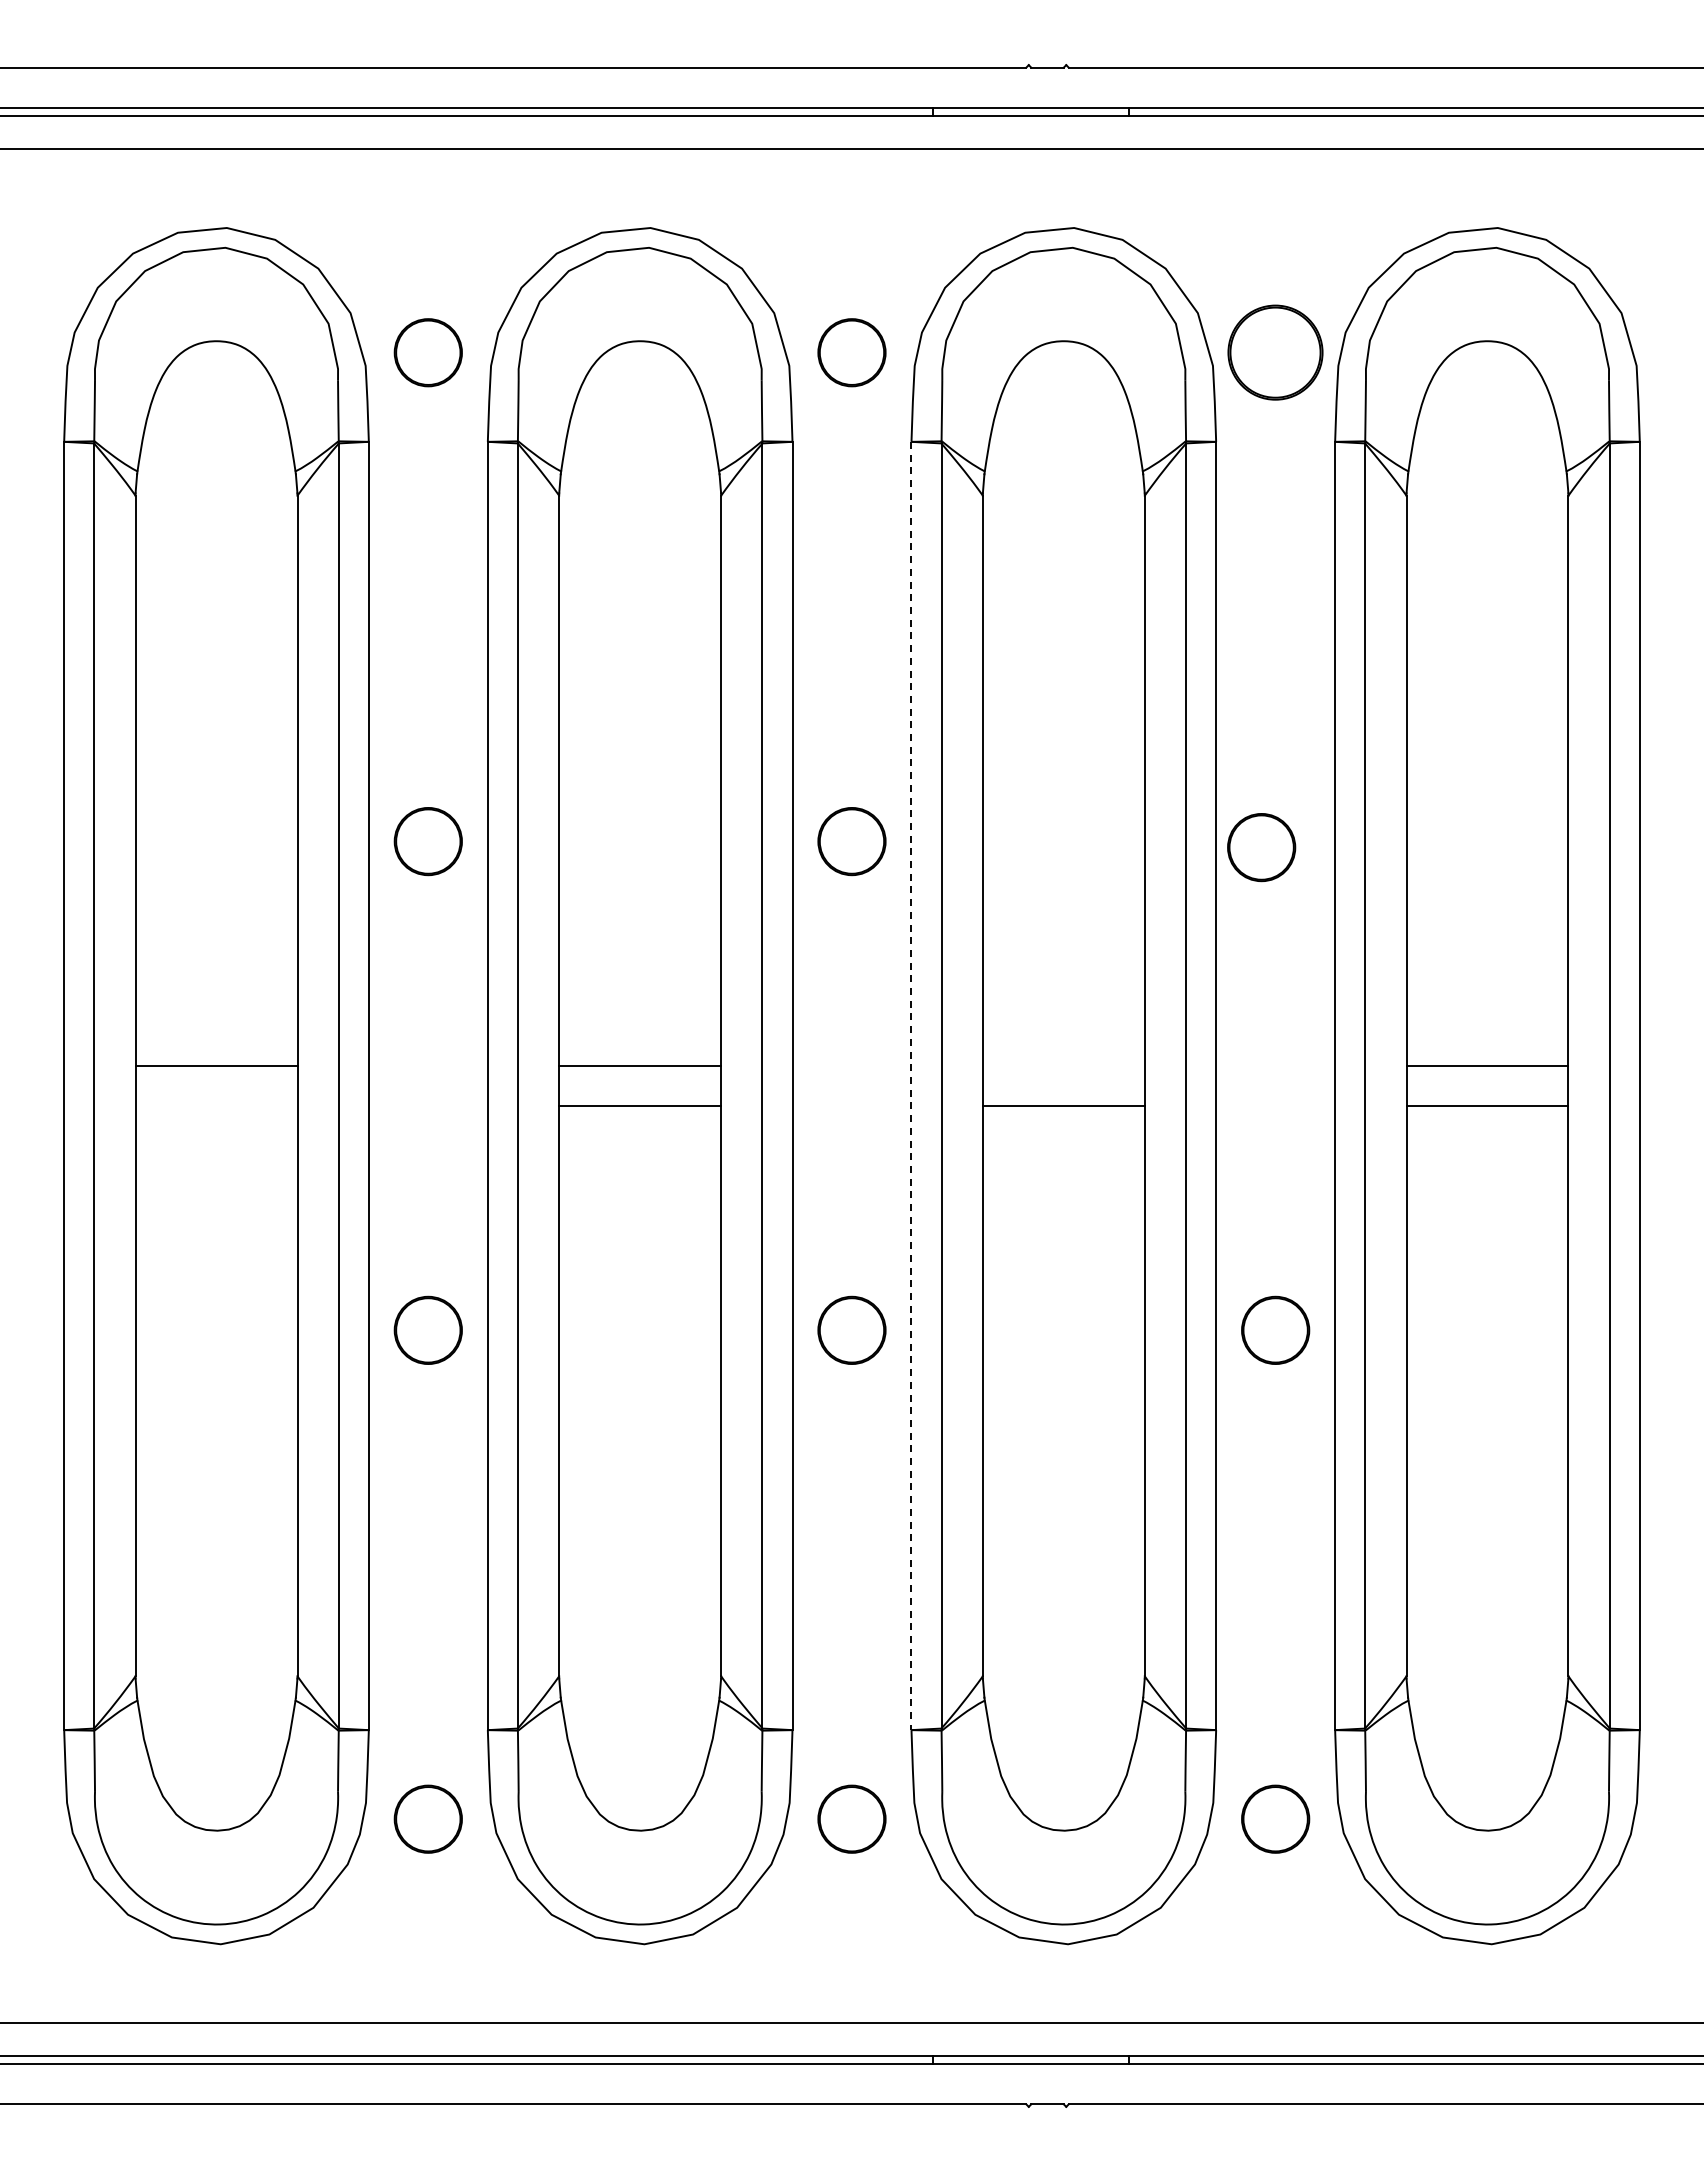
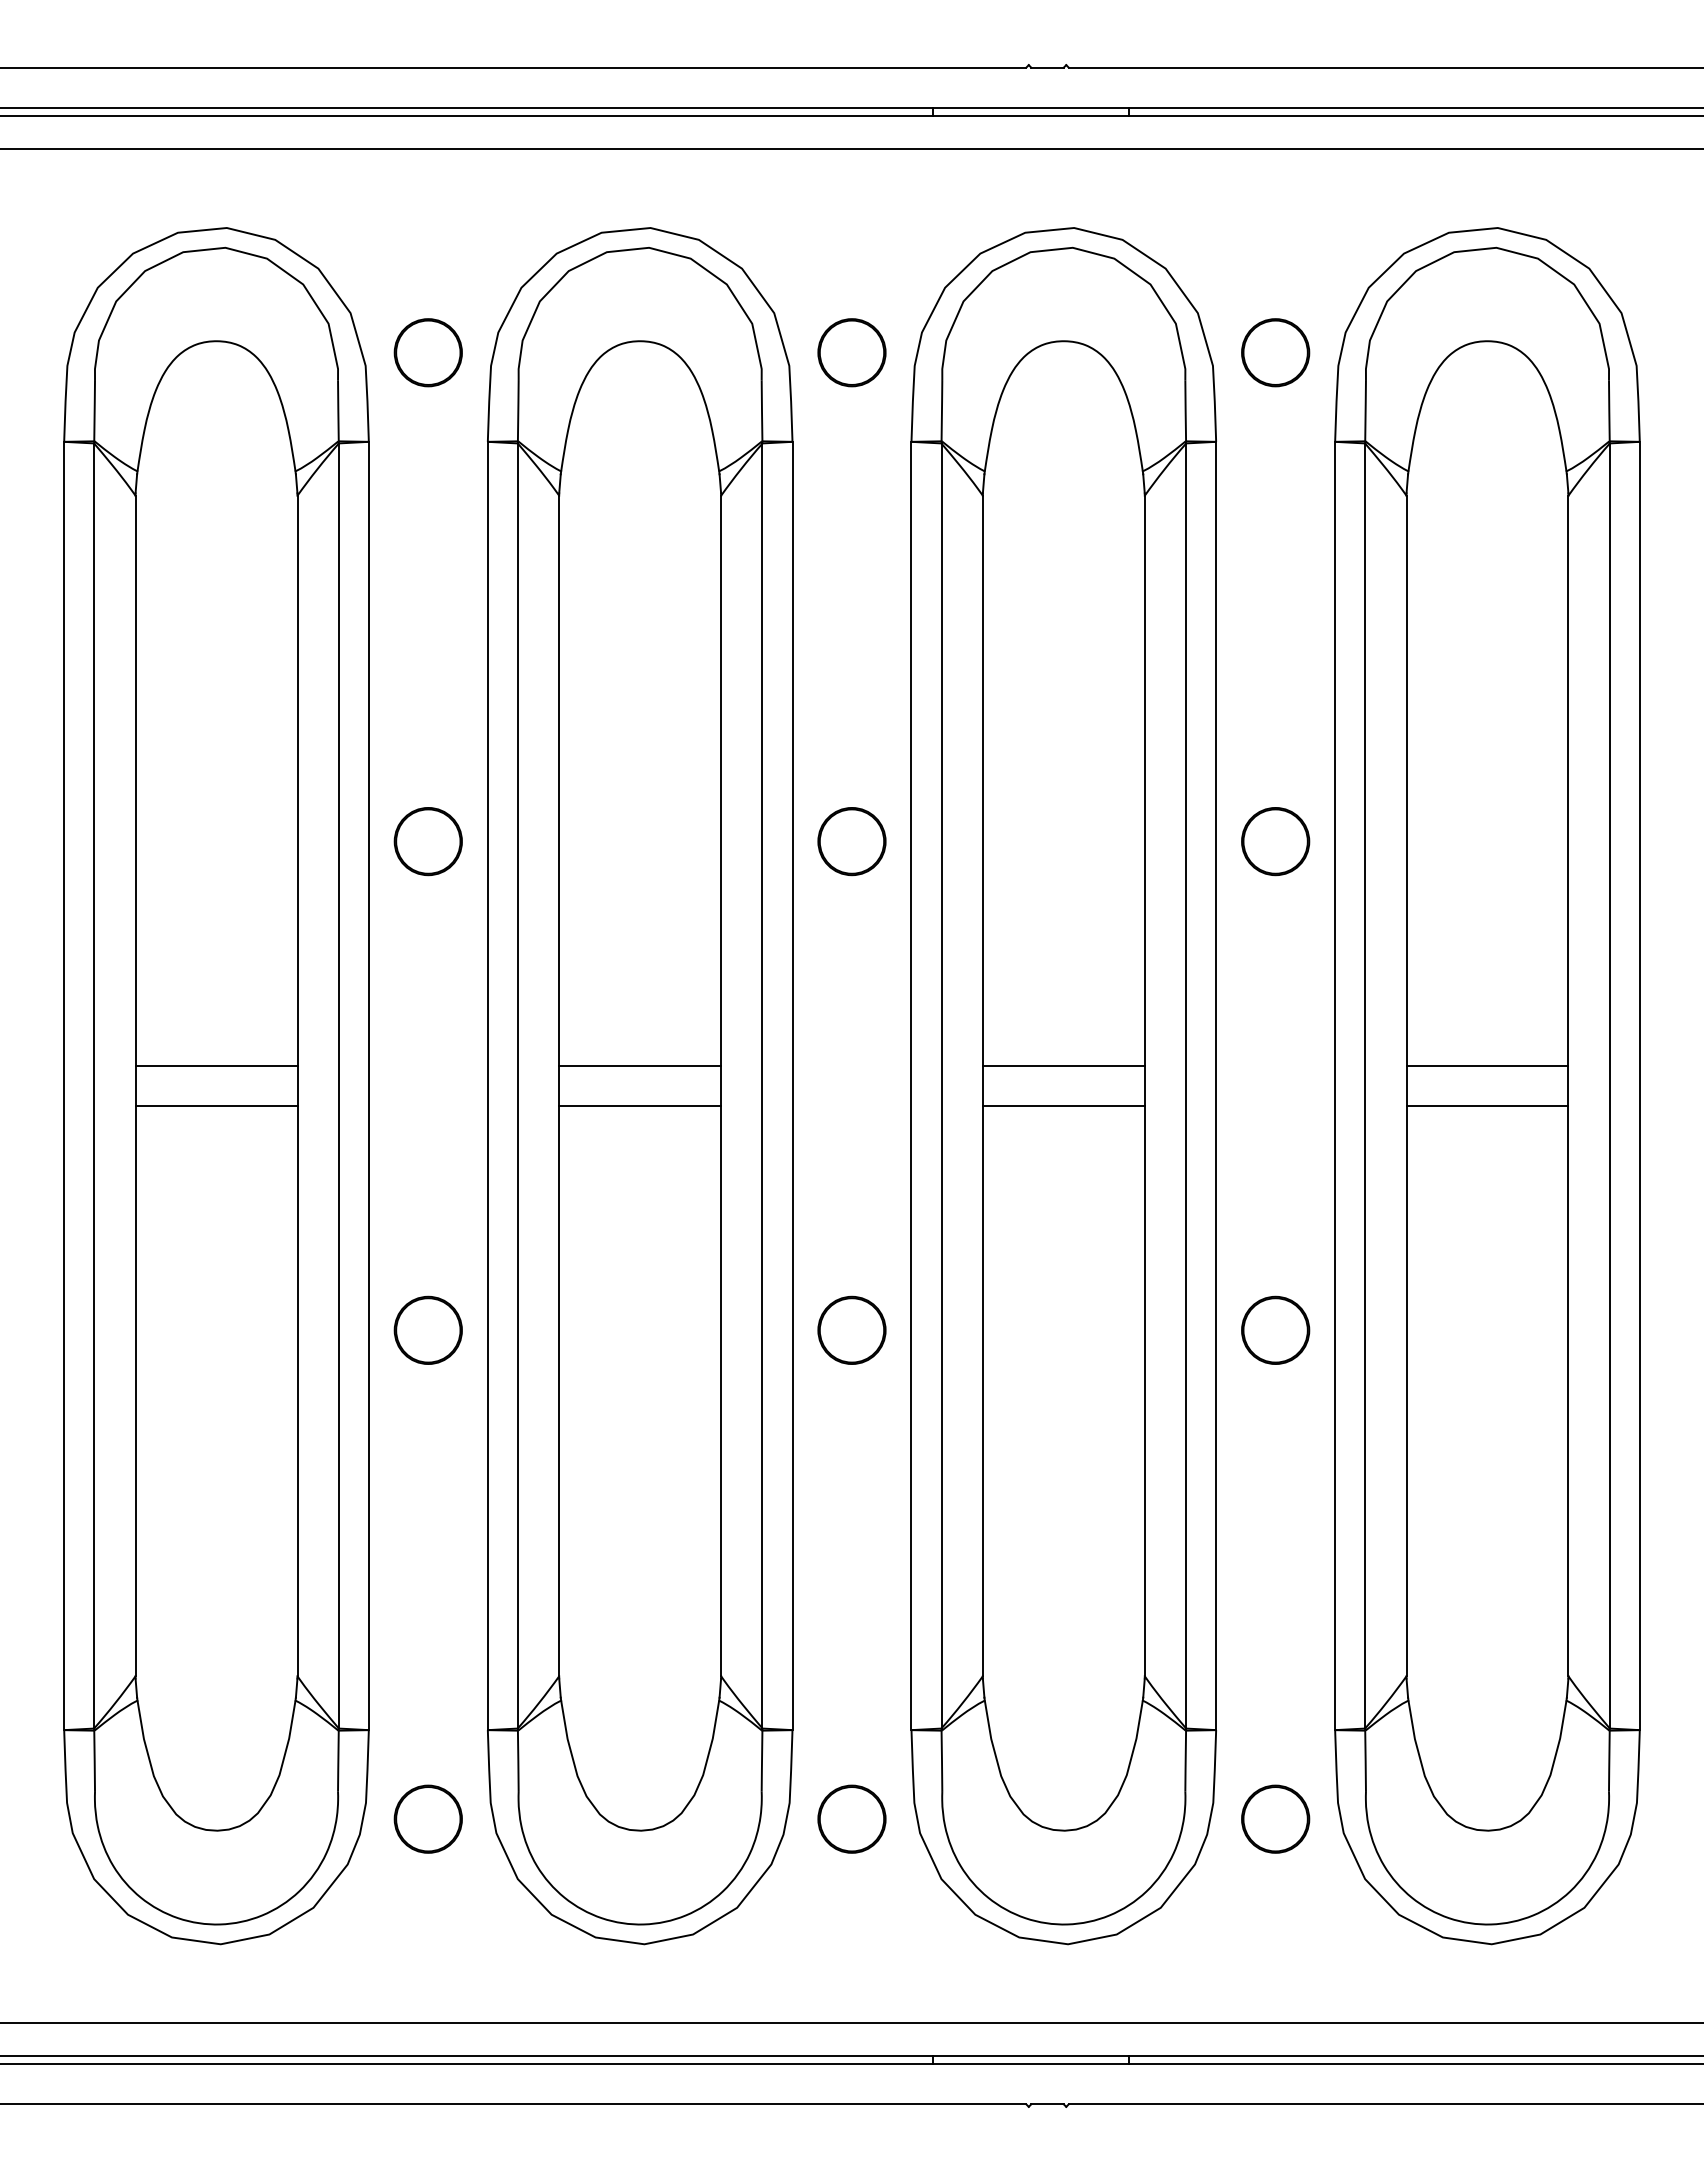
part at (1275, 352) size: 97x97 px -> 70x70 px
part at (1261, 847) position: (1261, 847) -> (1275, 841)
line at (1063, 1065): none -> present
line at (911, 1086): dashed -> solid
line at (216, 1106): none -> present
